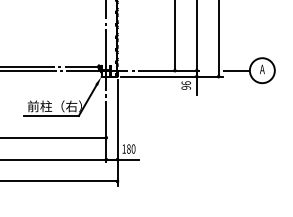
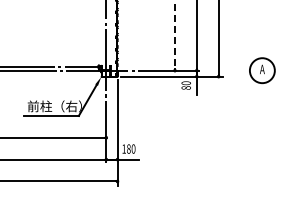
line at (174, 35): solid -> dashed
line at (236, 70): present -> none
text at (185, 85): 96 -> 80
